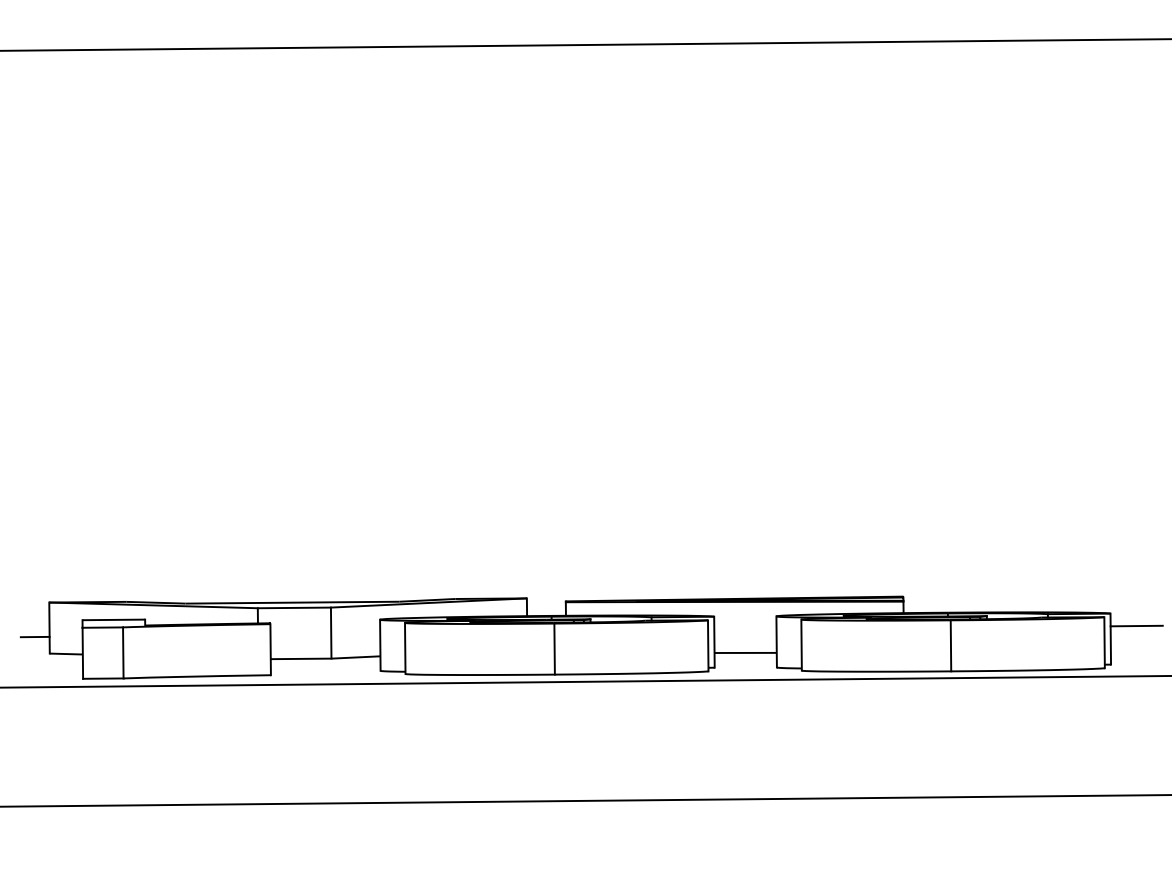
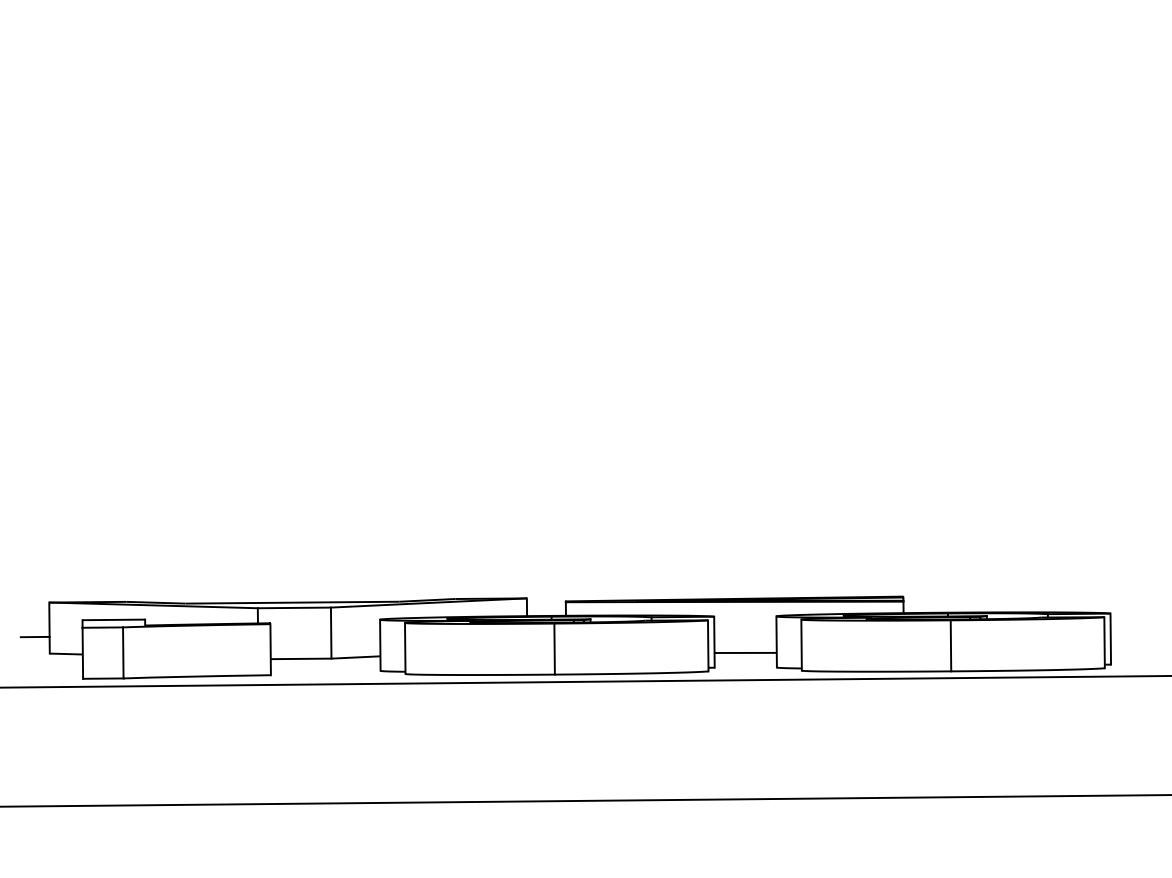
line at (585, 44): present -> none
line at (1136, 625): present -> none
